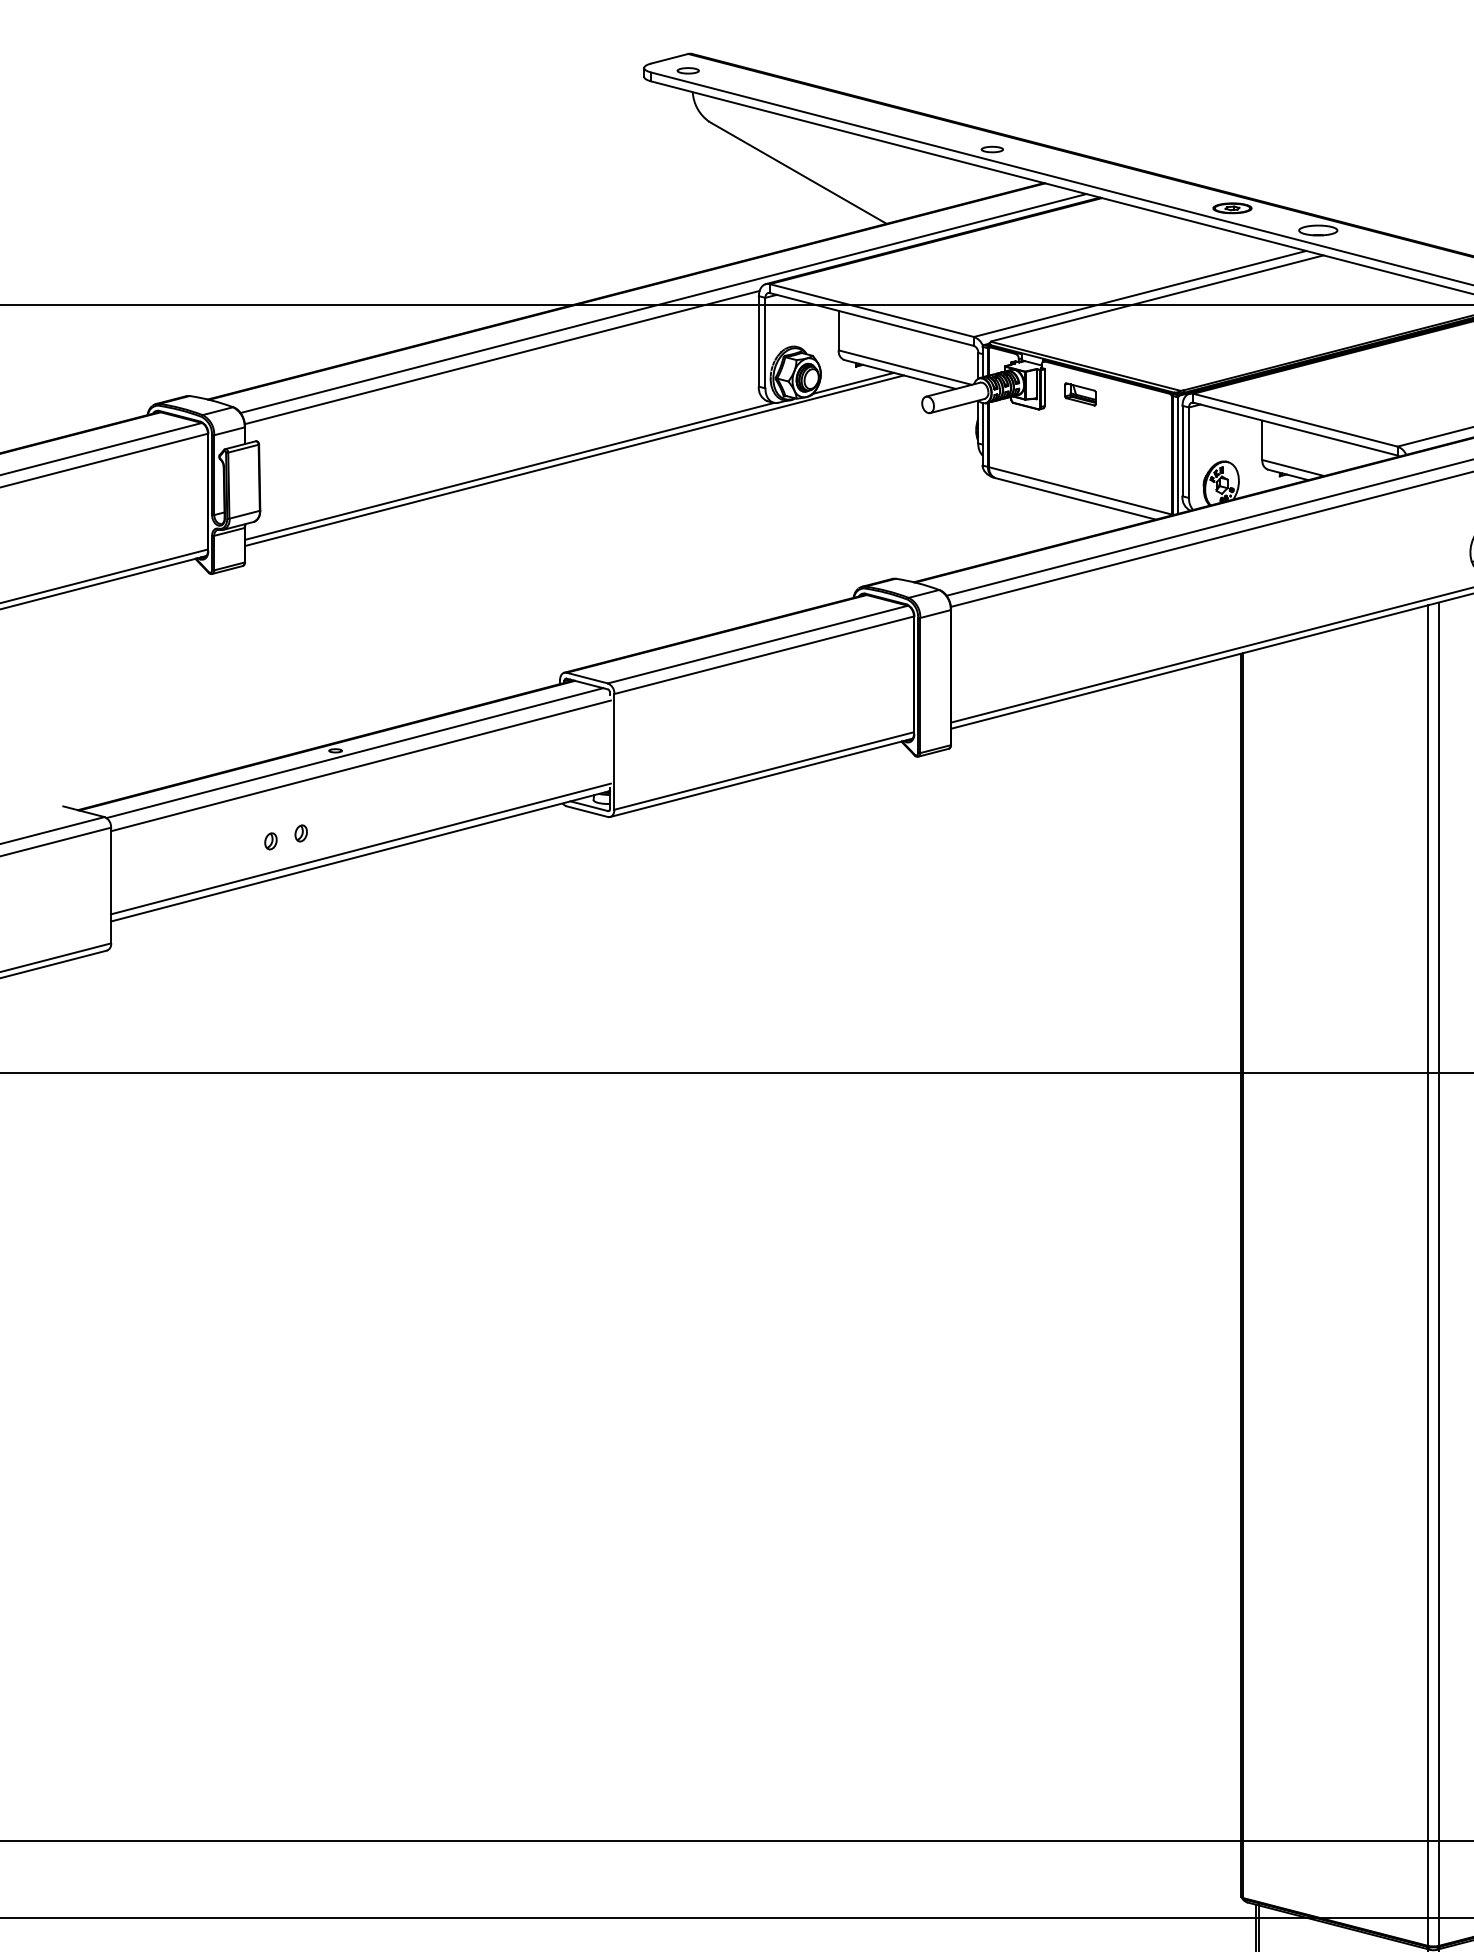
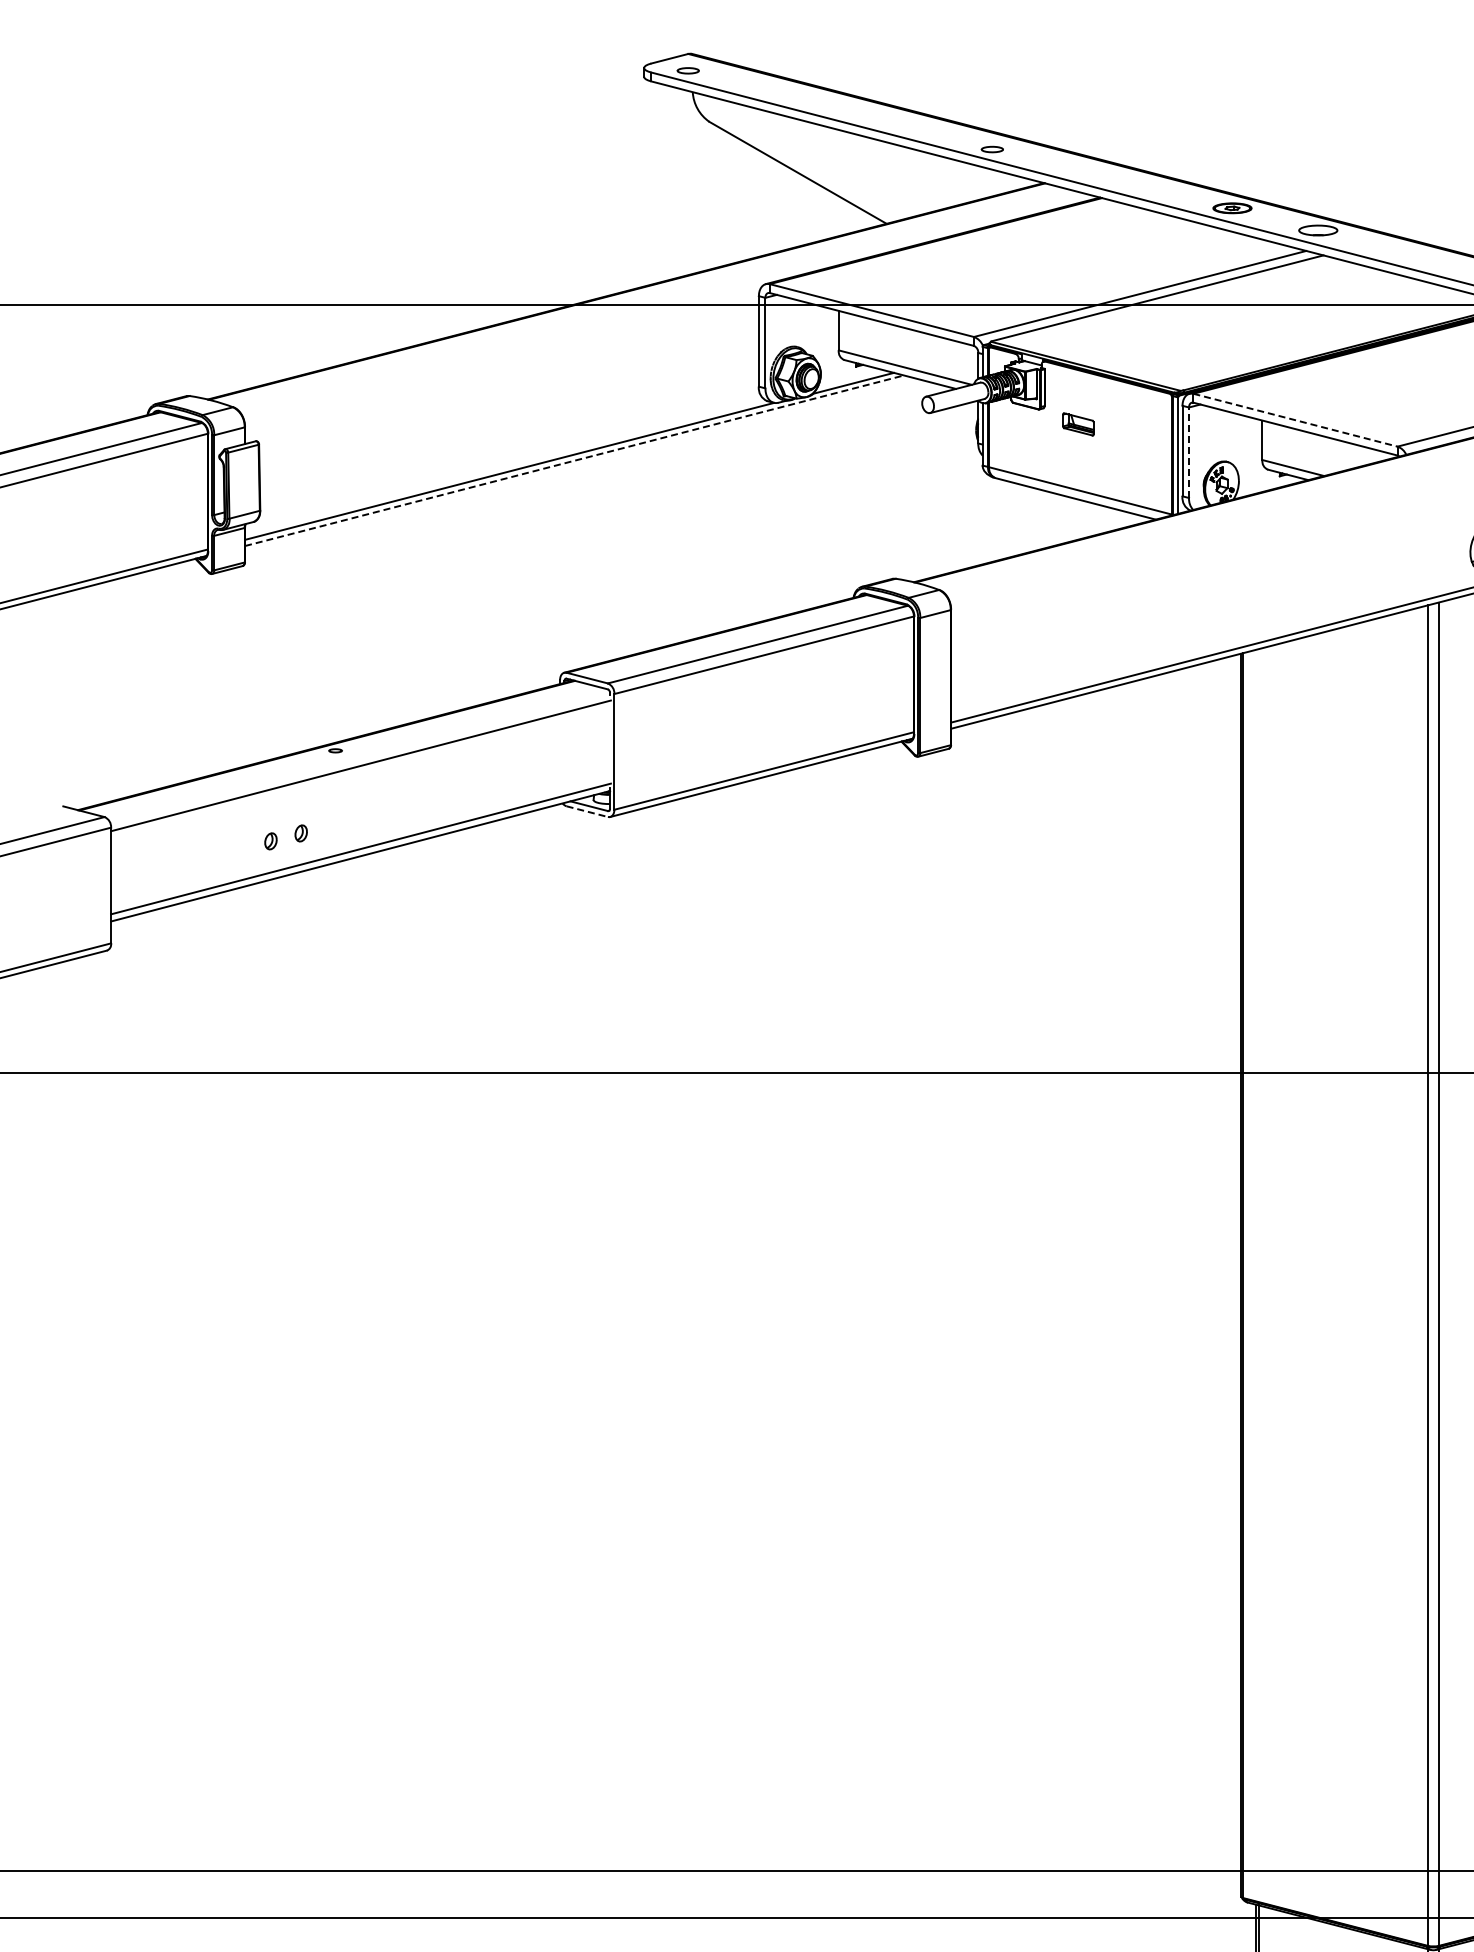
line at (663, 303): present -> none
line at (501, 357): present -> none
part at (1080, 394) position: (1080, 394) -> (1078, 424)
line at (1295, 420): solid -> dashed
line at (1189, 452): solid -> dashed
line at (575, 460): solid -> dashed
line at (1208, 527): present -> none
line at (1210, 539): present -> none
line at (354, 753): present -> none
line at (587, 811): solid -> dashed
line at (736, 1841) position: (736, 1841) -> (736, 1871)
